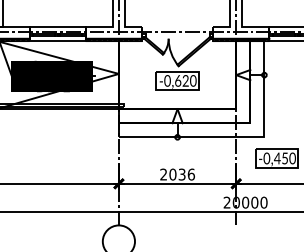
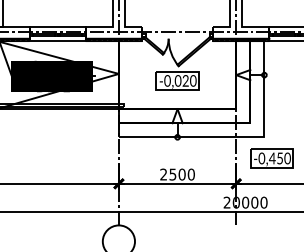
text at (177, 80): -0,620 -> -0,020
part at (276, 158) position: (276, 158) -> (271, 158)
text at (181, 174): 2036 -> 2500
